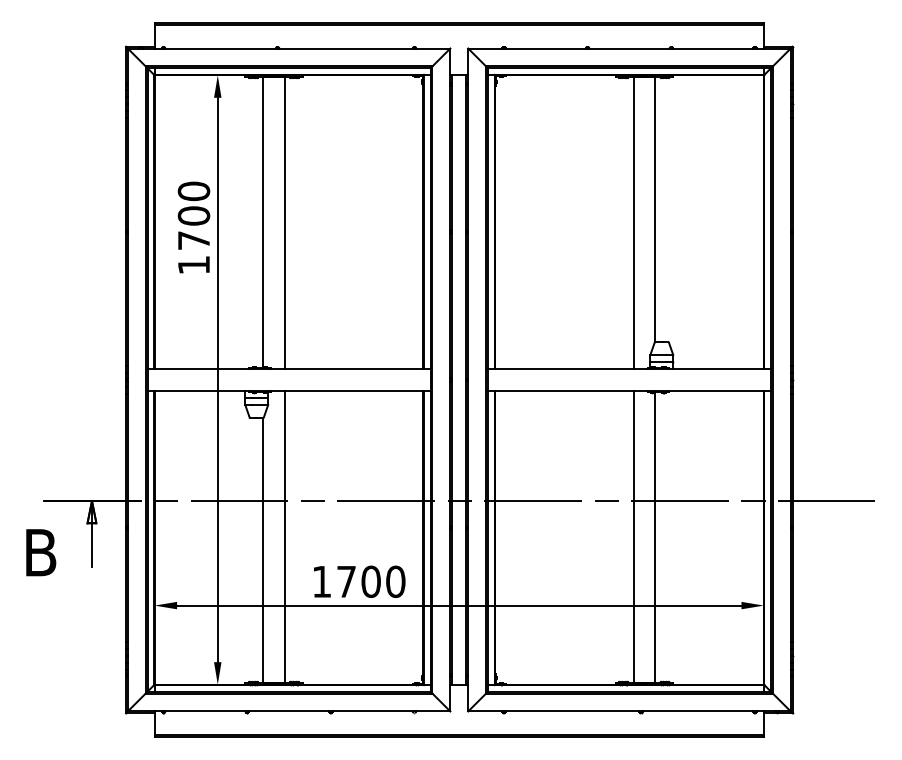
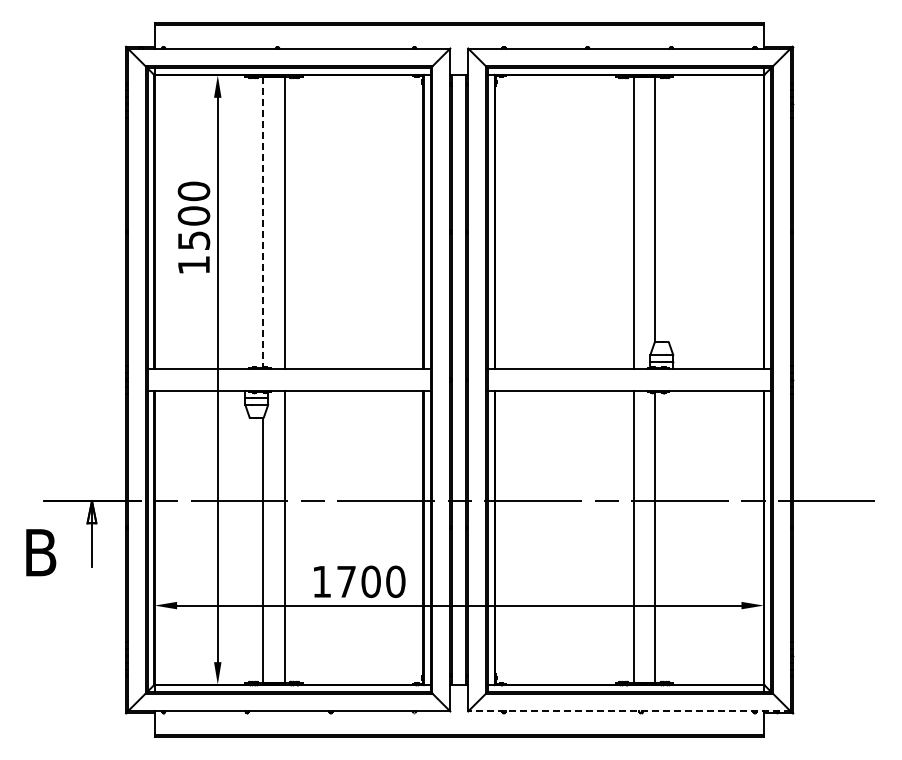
line at (263, 223): solid -> dashed
text at (194, 240): 1700 -> 1500
line at (629, 711): solid -> dashed
